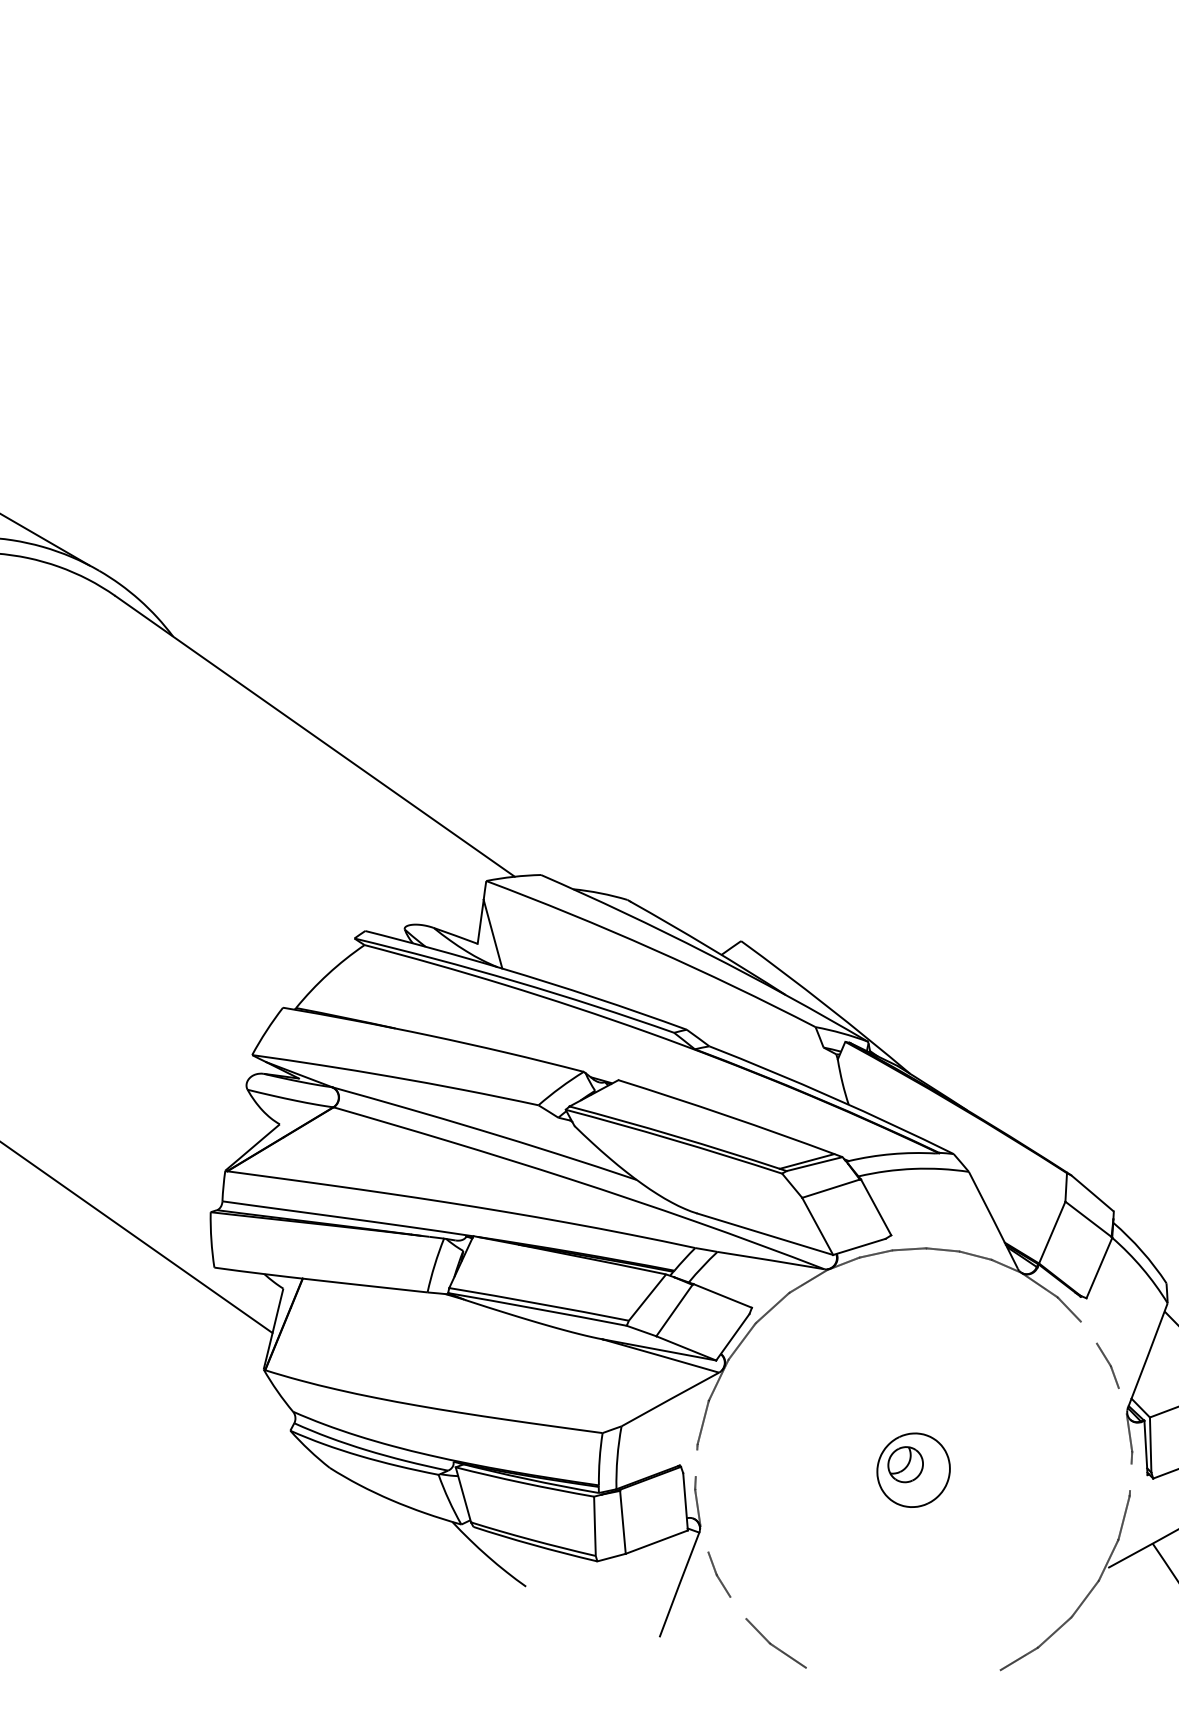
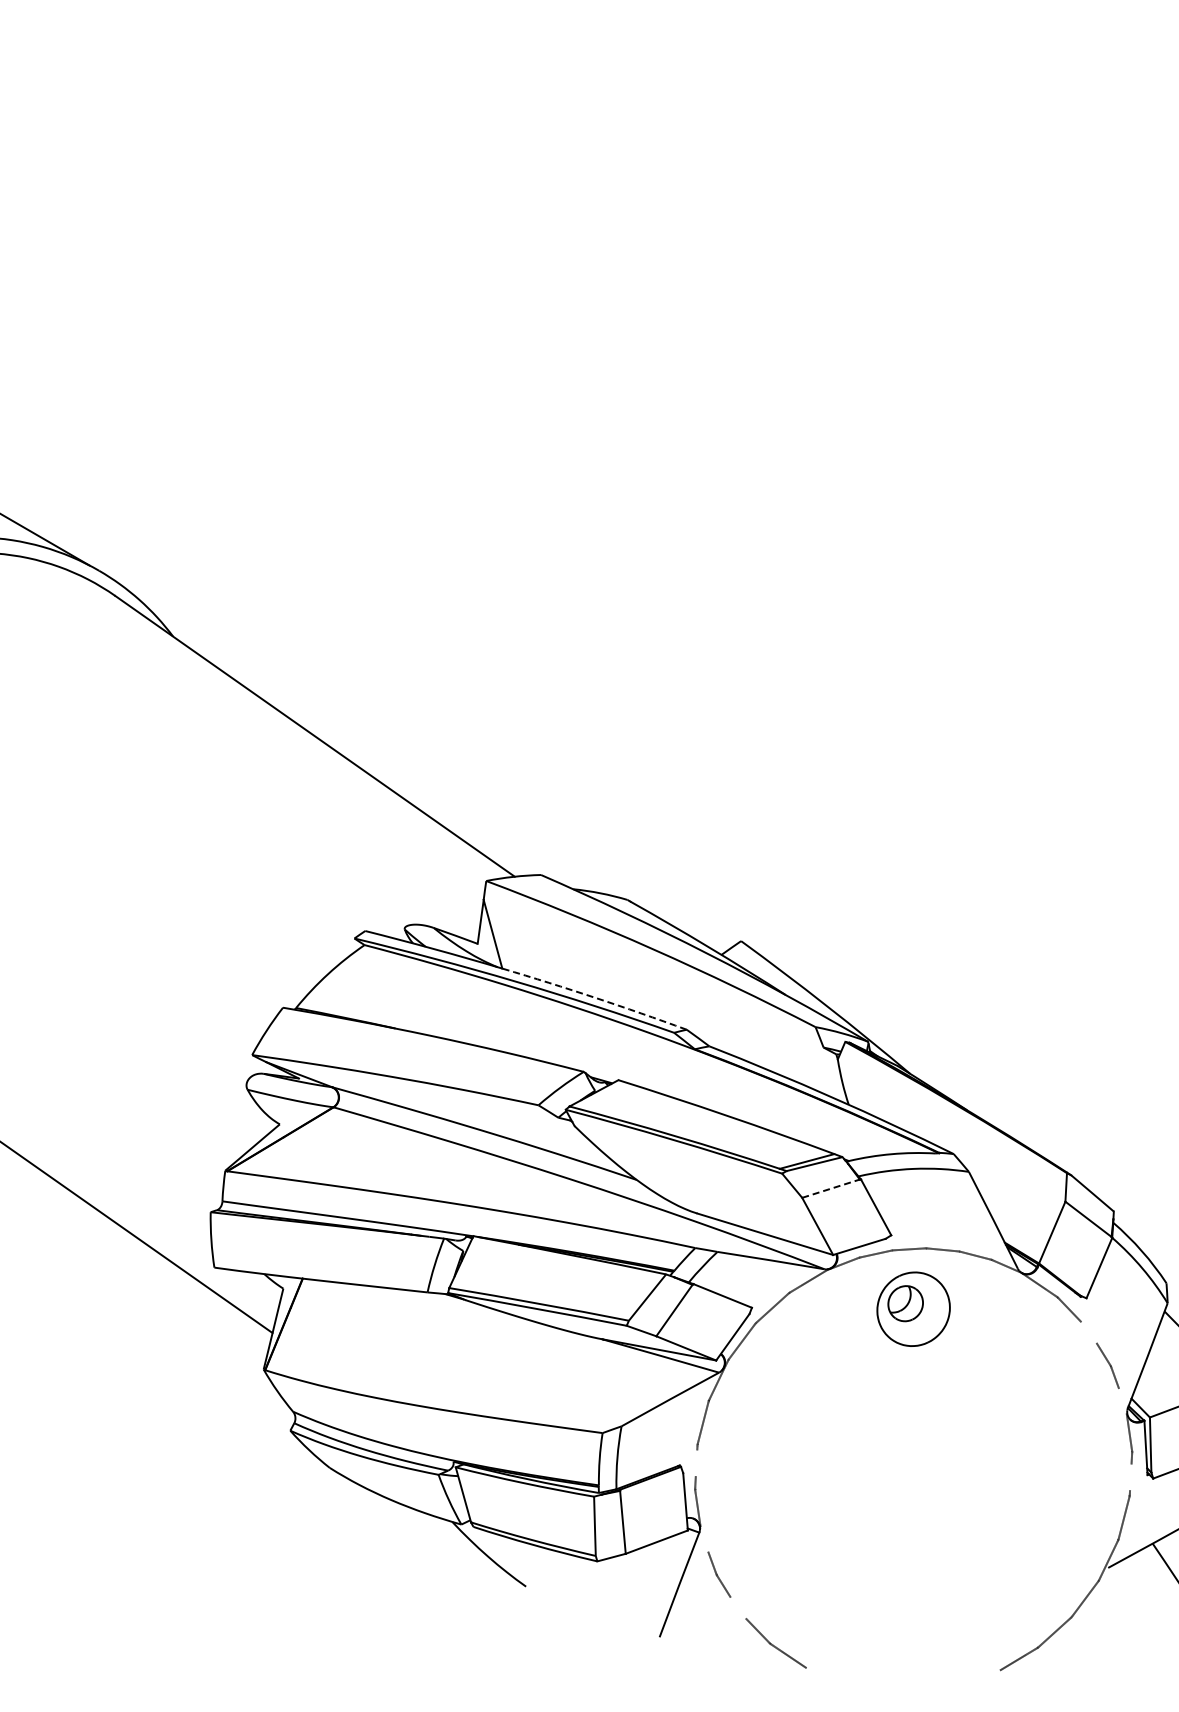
arc at (595, 997): solid -> dashed
line at (831, 1188): solid -> dashed
part at (913, 1469) position: (913, 1469) -> (913, 1308)
